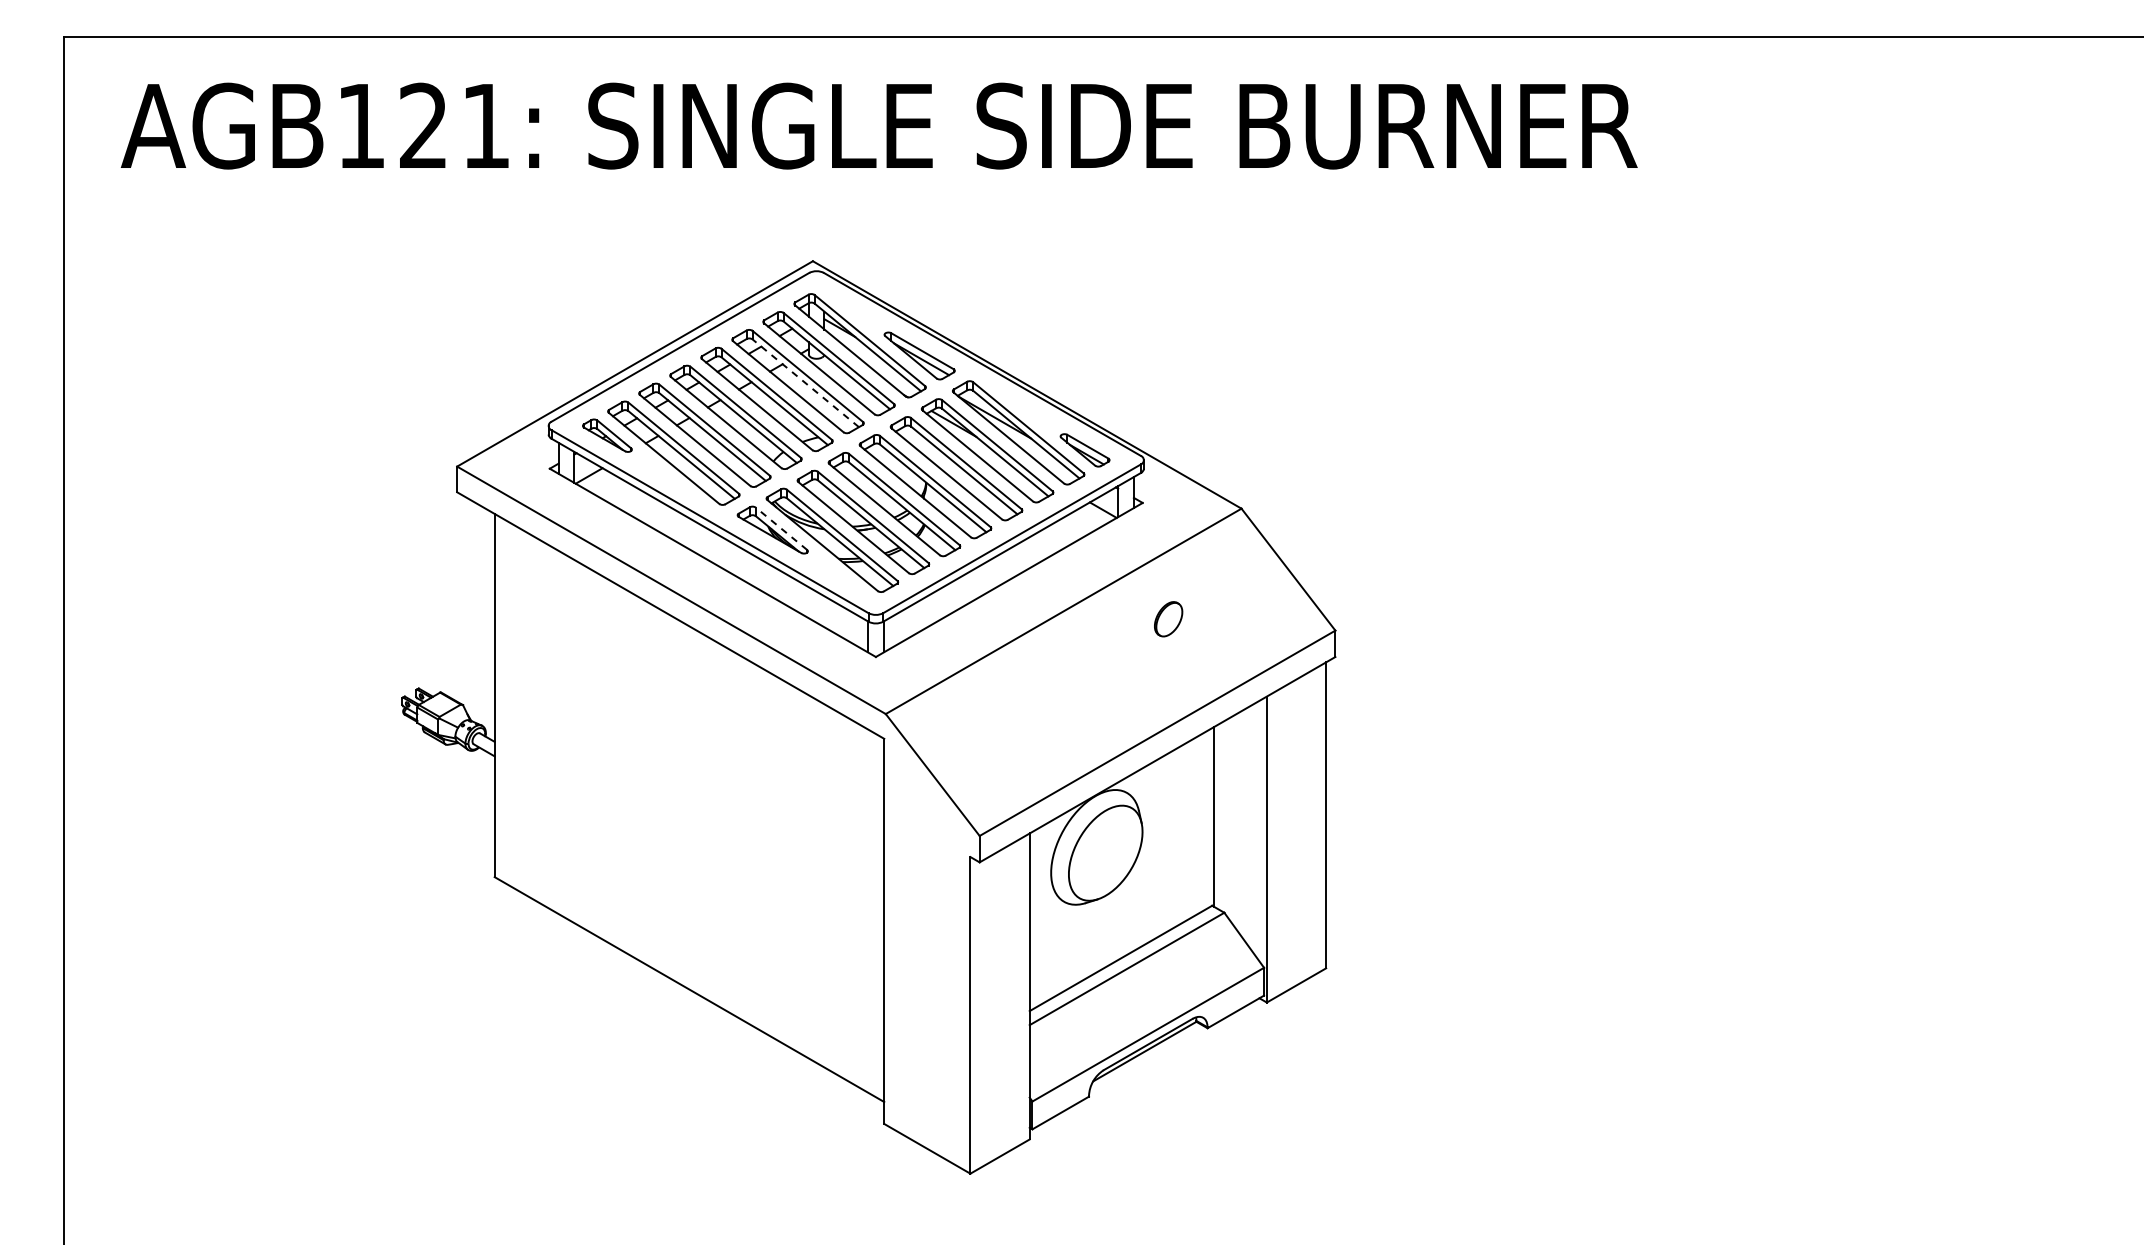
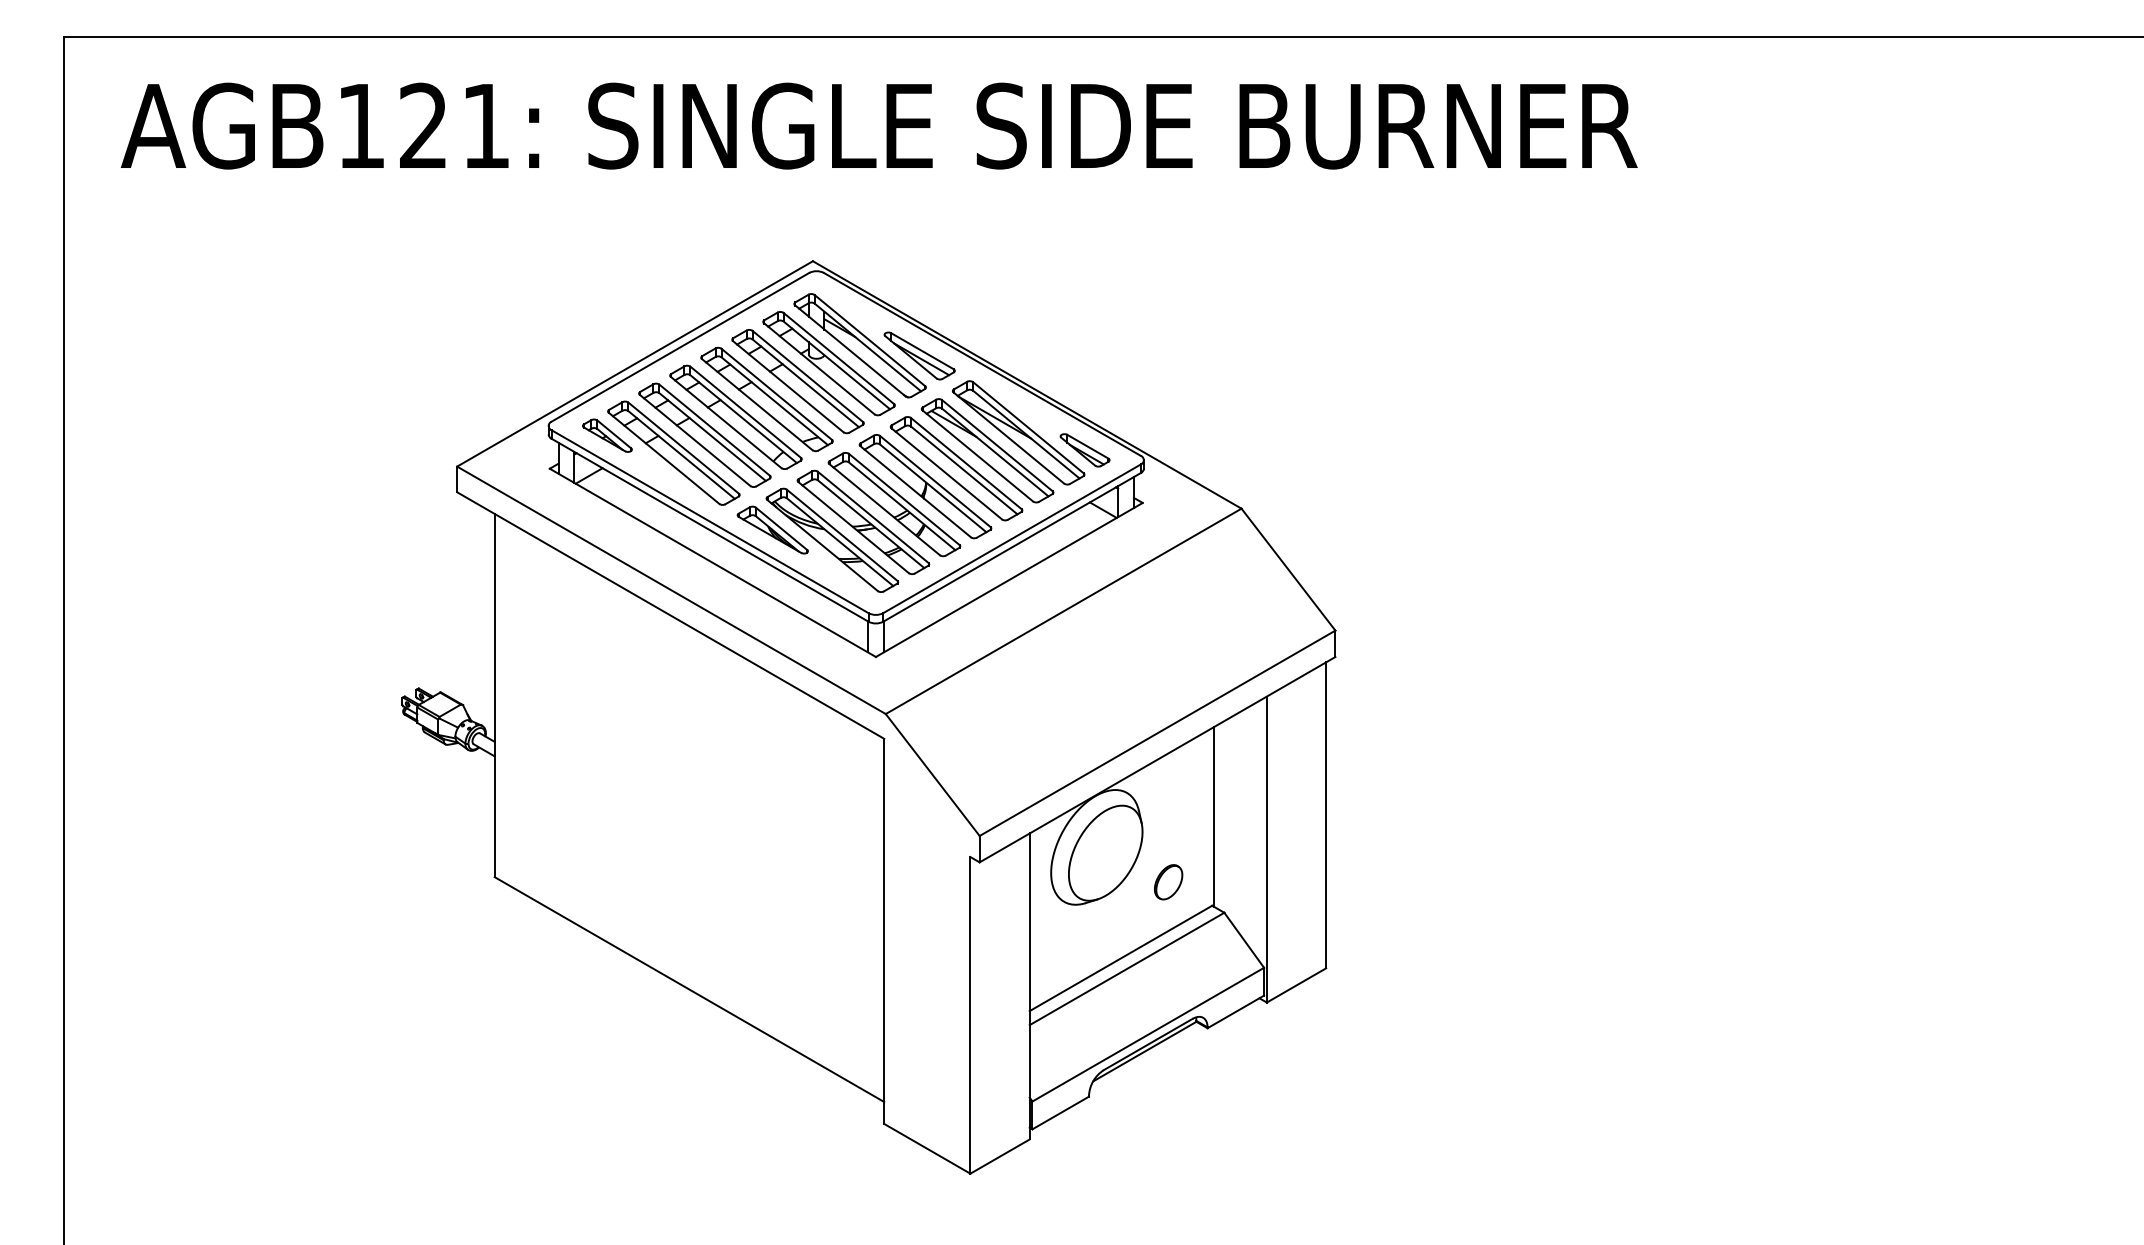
line at (805, 383): dashed -> solid
line at (781, 528): dashed -> solid
part at (1168, 619) position: (1168, 619) -> (1168, 882)
